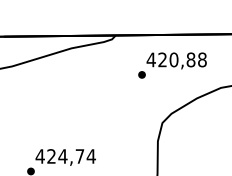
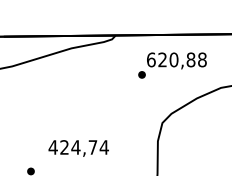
text at (150, 59): 420,88 -> 620,88
text at (65, 157) position: (65, 157) -> (78, 148)
